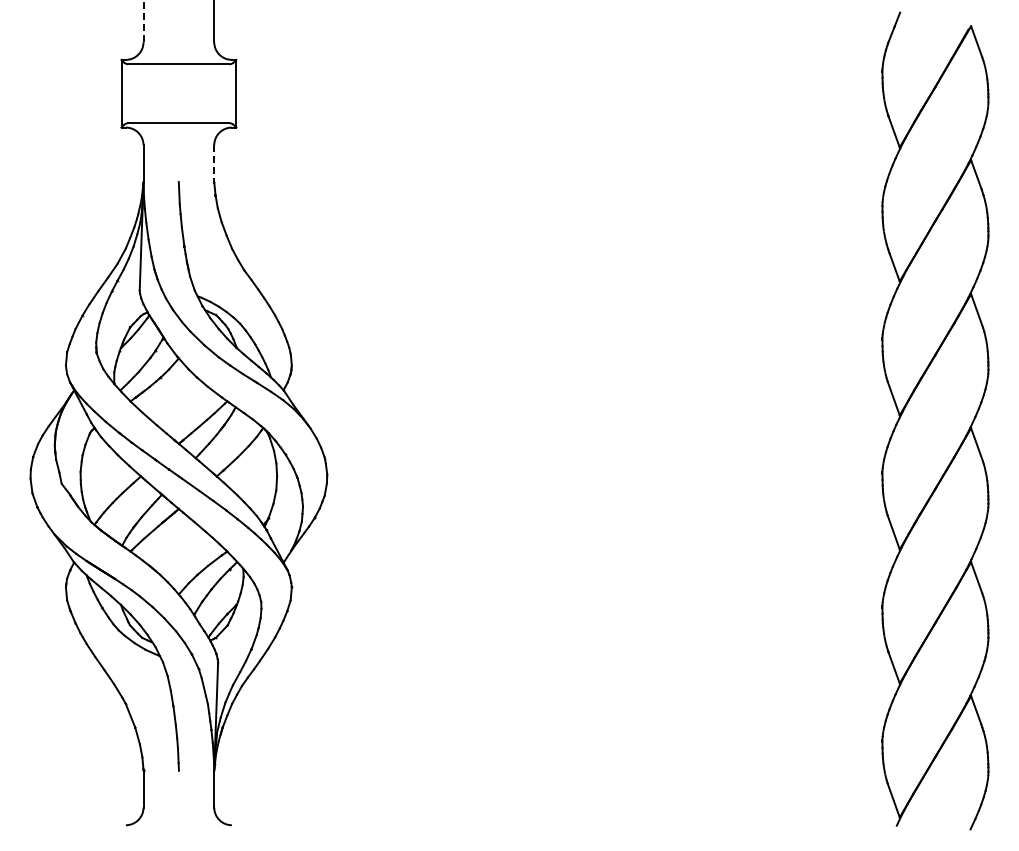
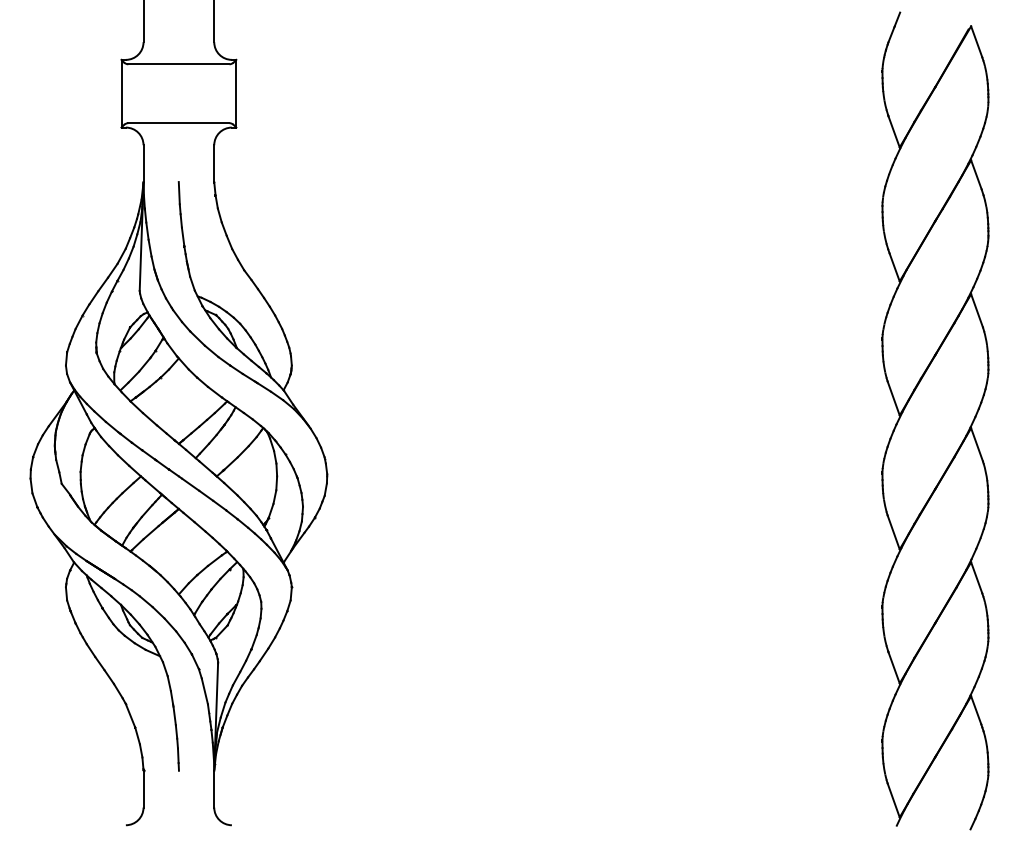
line at (143, 21): dashed -> solid
line at (214, 163): dashed -> solid
